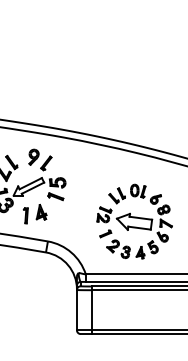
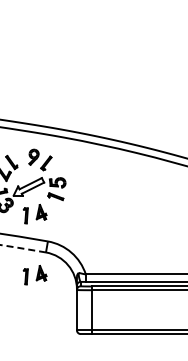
part at (134, 221): present -> none
arc at (22, 248): solid -> dashed
part at (34, 275): none -> present
